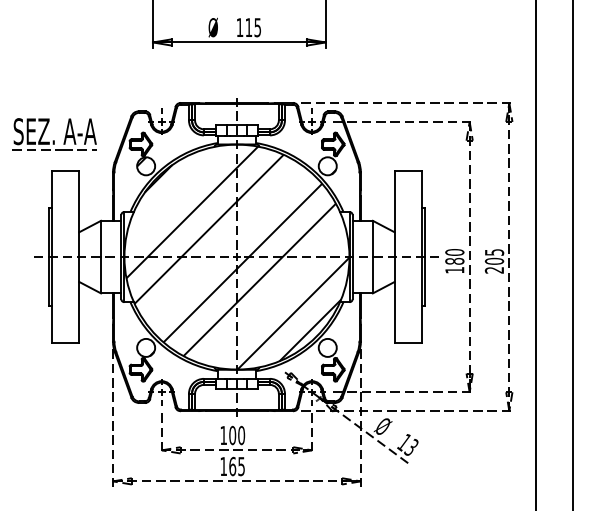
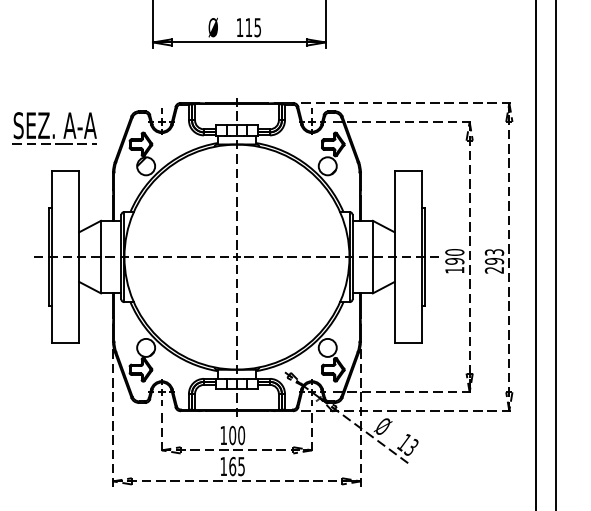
part at (54, 134) position: (54, 134) -> (54, 128)
line at (573, 254) position: (573, 254) -> (556, 254)
text at (494, 256): 205 -> 293
hatch at (237, 257): present -> none
text at (454, 260): 180 -> 190
